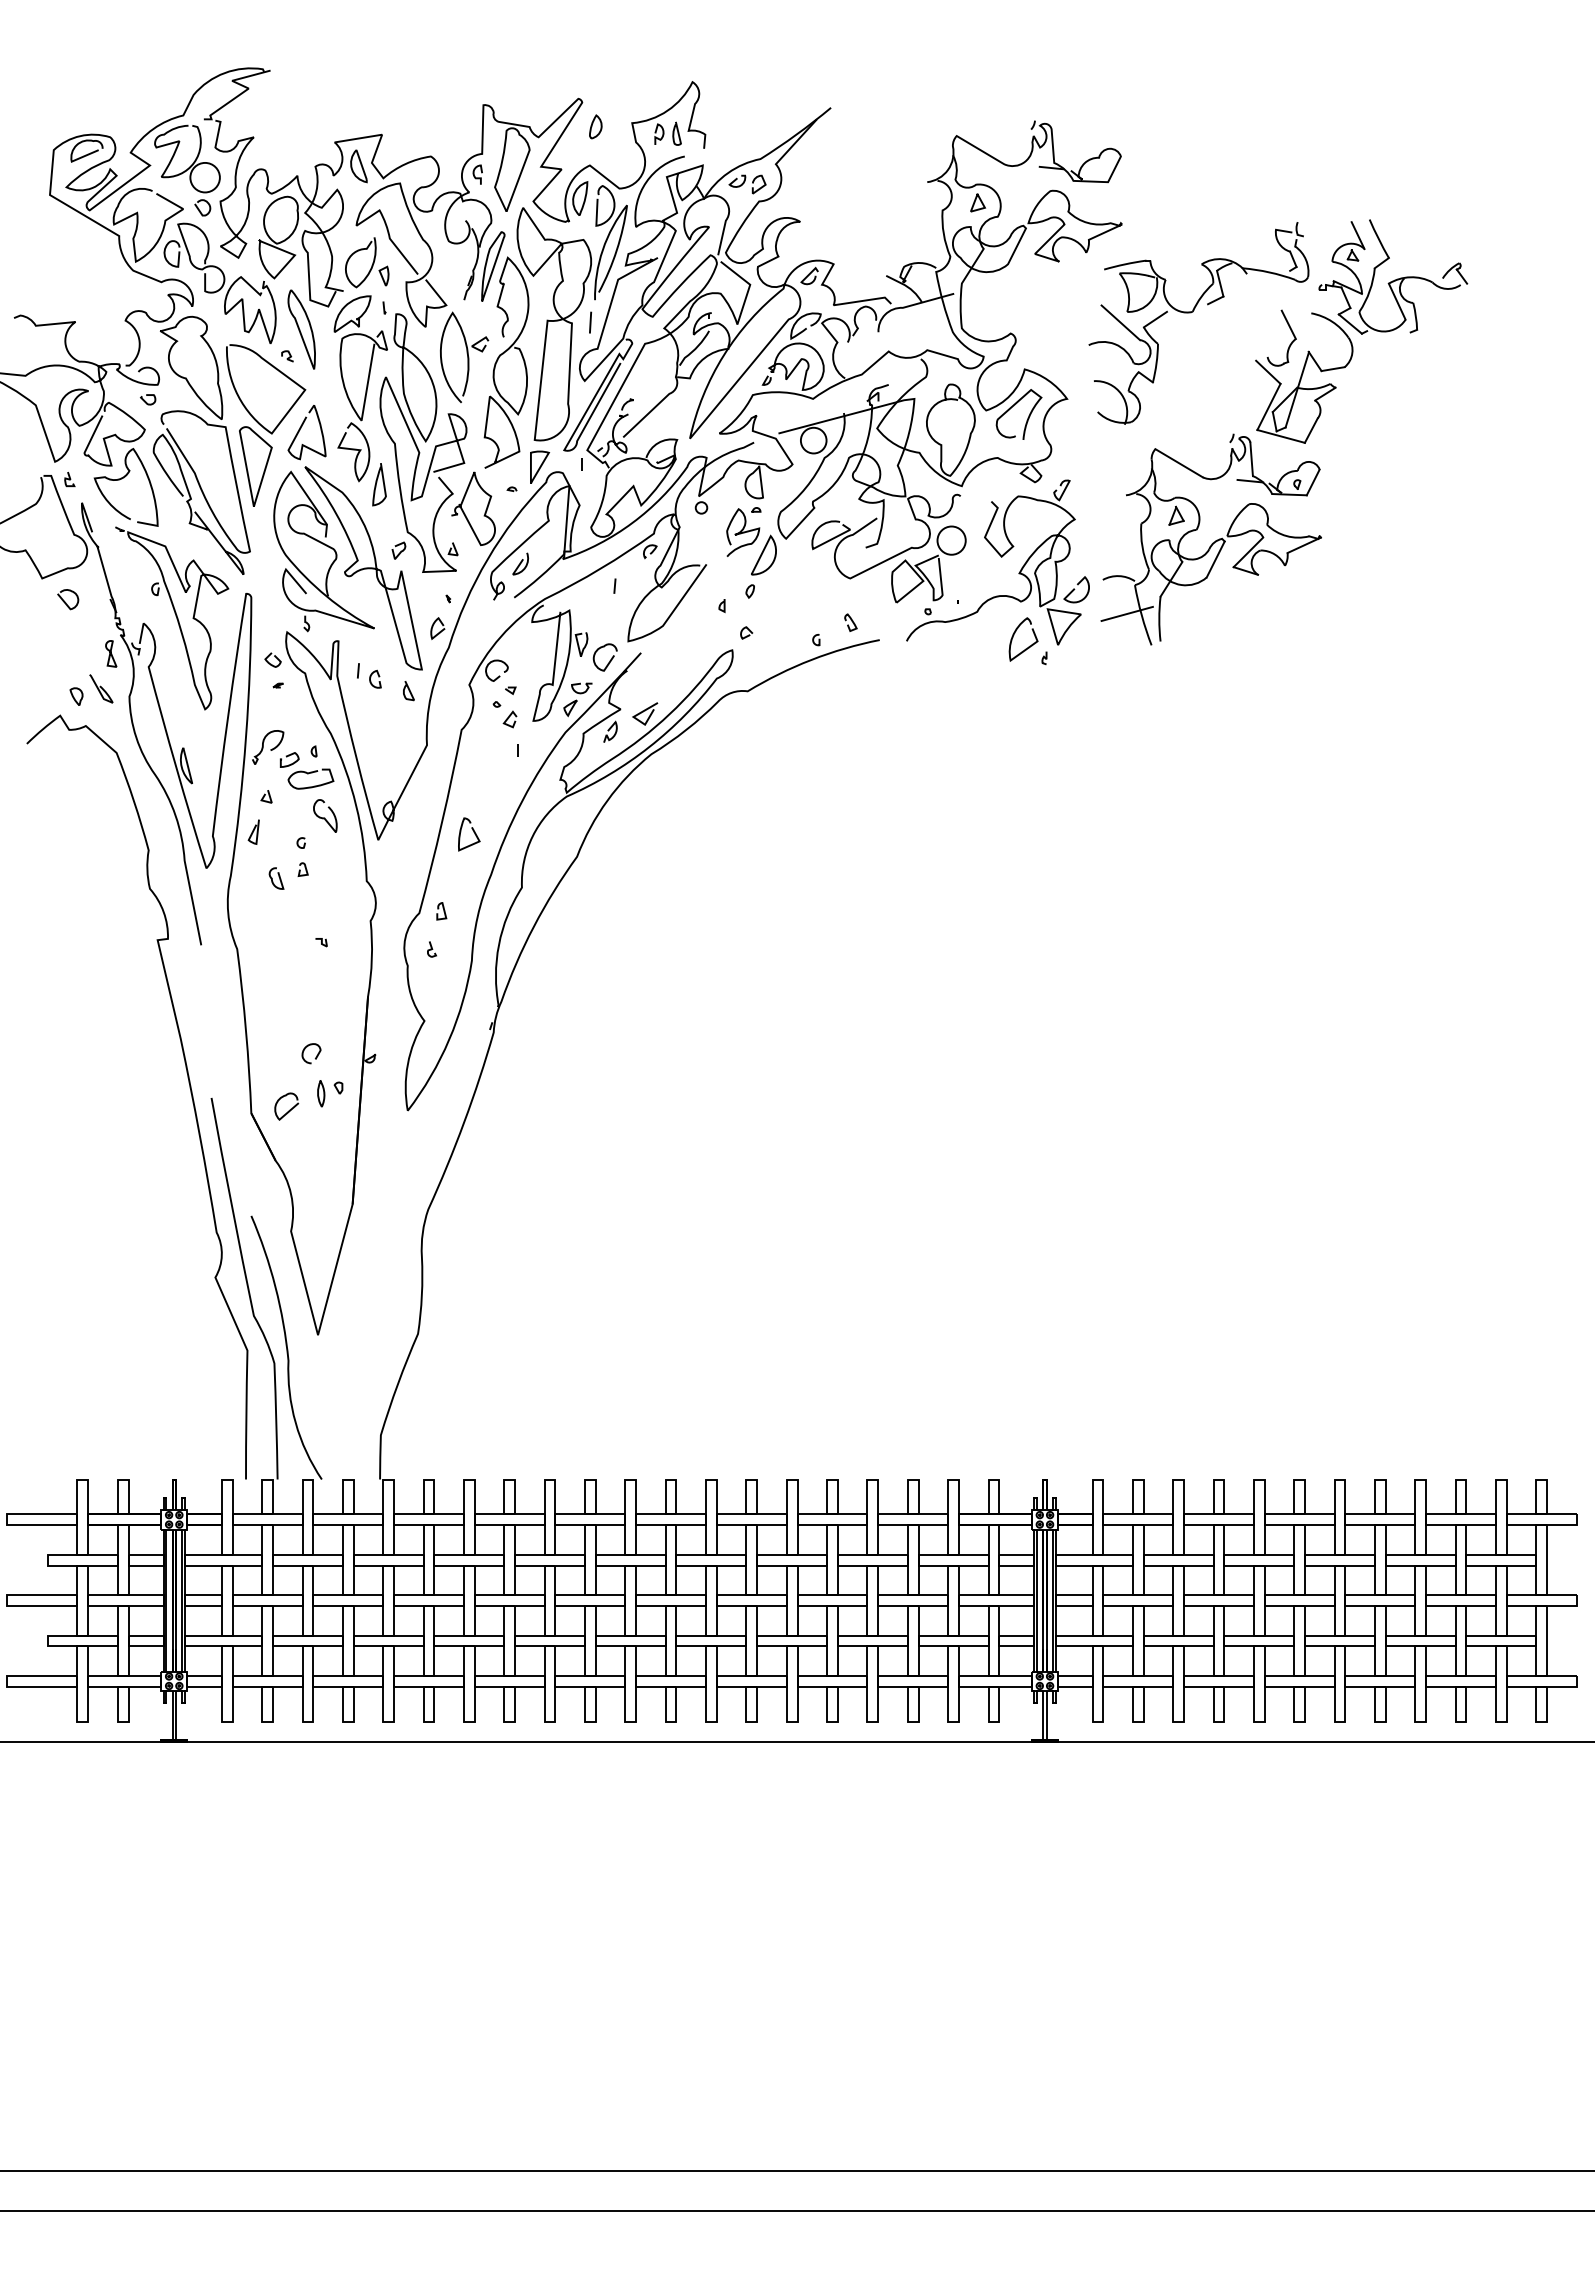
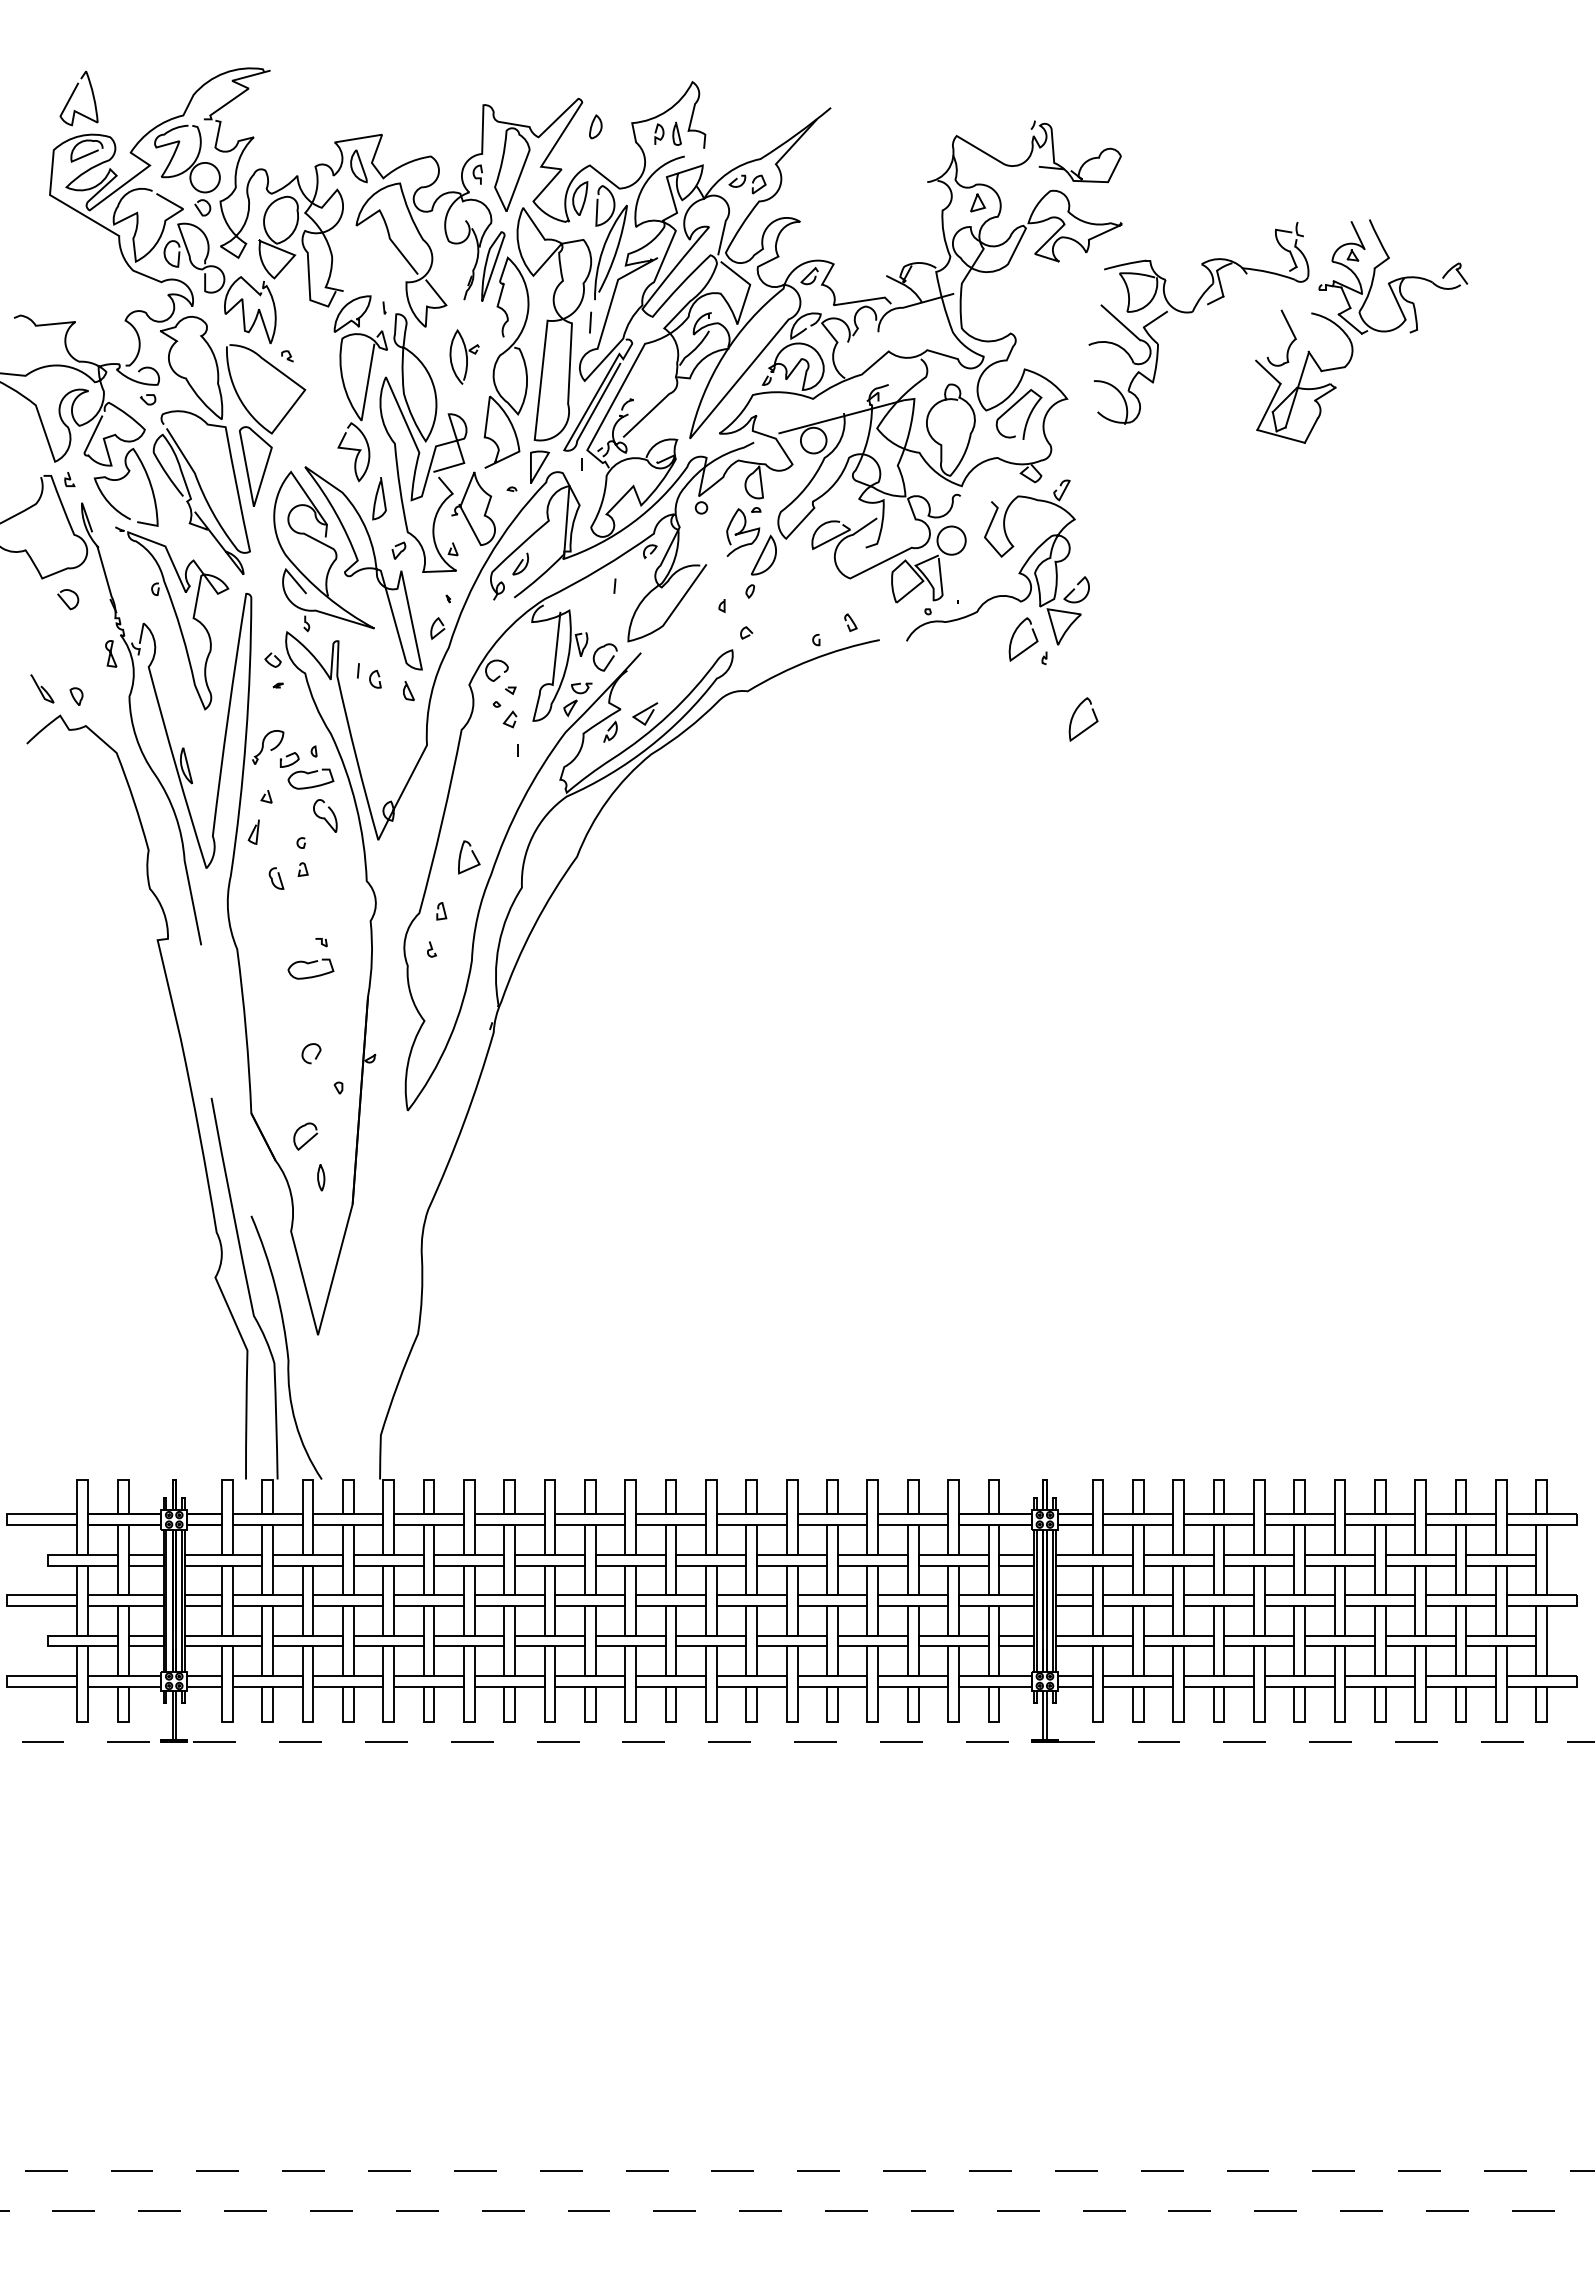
part at (367, 262): present -> none
part at (301, 329): present -> none
part at (464, 356) size: 50x92 px -> 31x56 px
curve at (300, 430) position: (300, 430) -> (72, 96)
curve at (377, 482) position: (377, 482) -> (377, 496)
part at (1210, 539): present -> none
curve at (101, 688) position: (101, 688) -> (42, 688)
curve at (1089, 725): none -> present
curve at (473, 832) position: (473, 832) -> (473, 855)
curve at (308, 964): none -> present
curve at (323, 1093) position: (323, 1093) -> (323, 1177)
curve at (289, 1109) position: (289, 1109) -> (308, 1139)
line at (797, 1742): solid -> dashed
line at (797, 2171): solid -> dashed
line at (797, 2210): solid -> dashed
